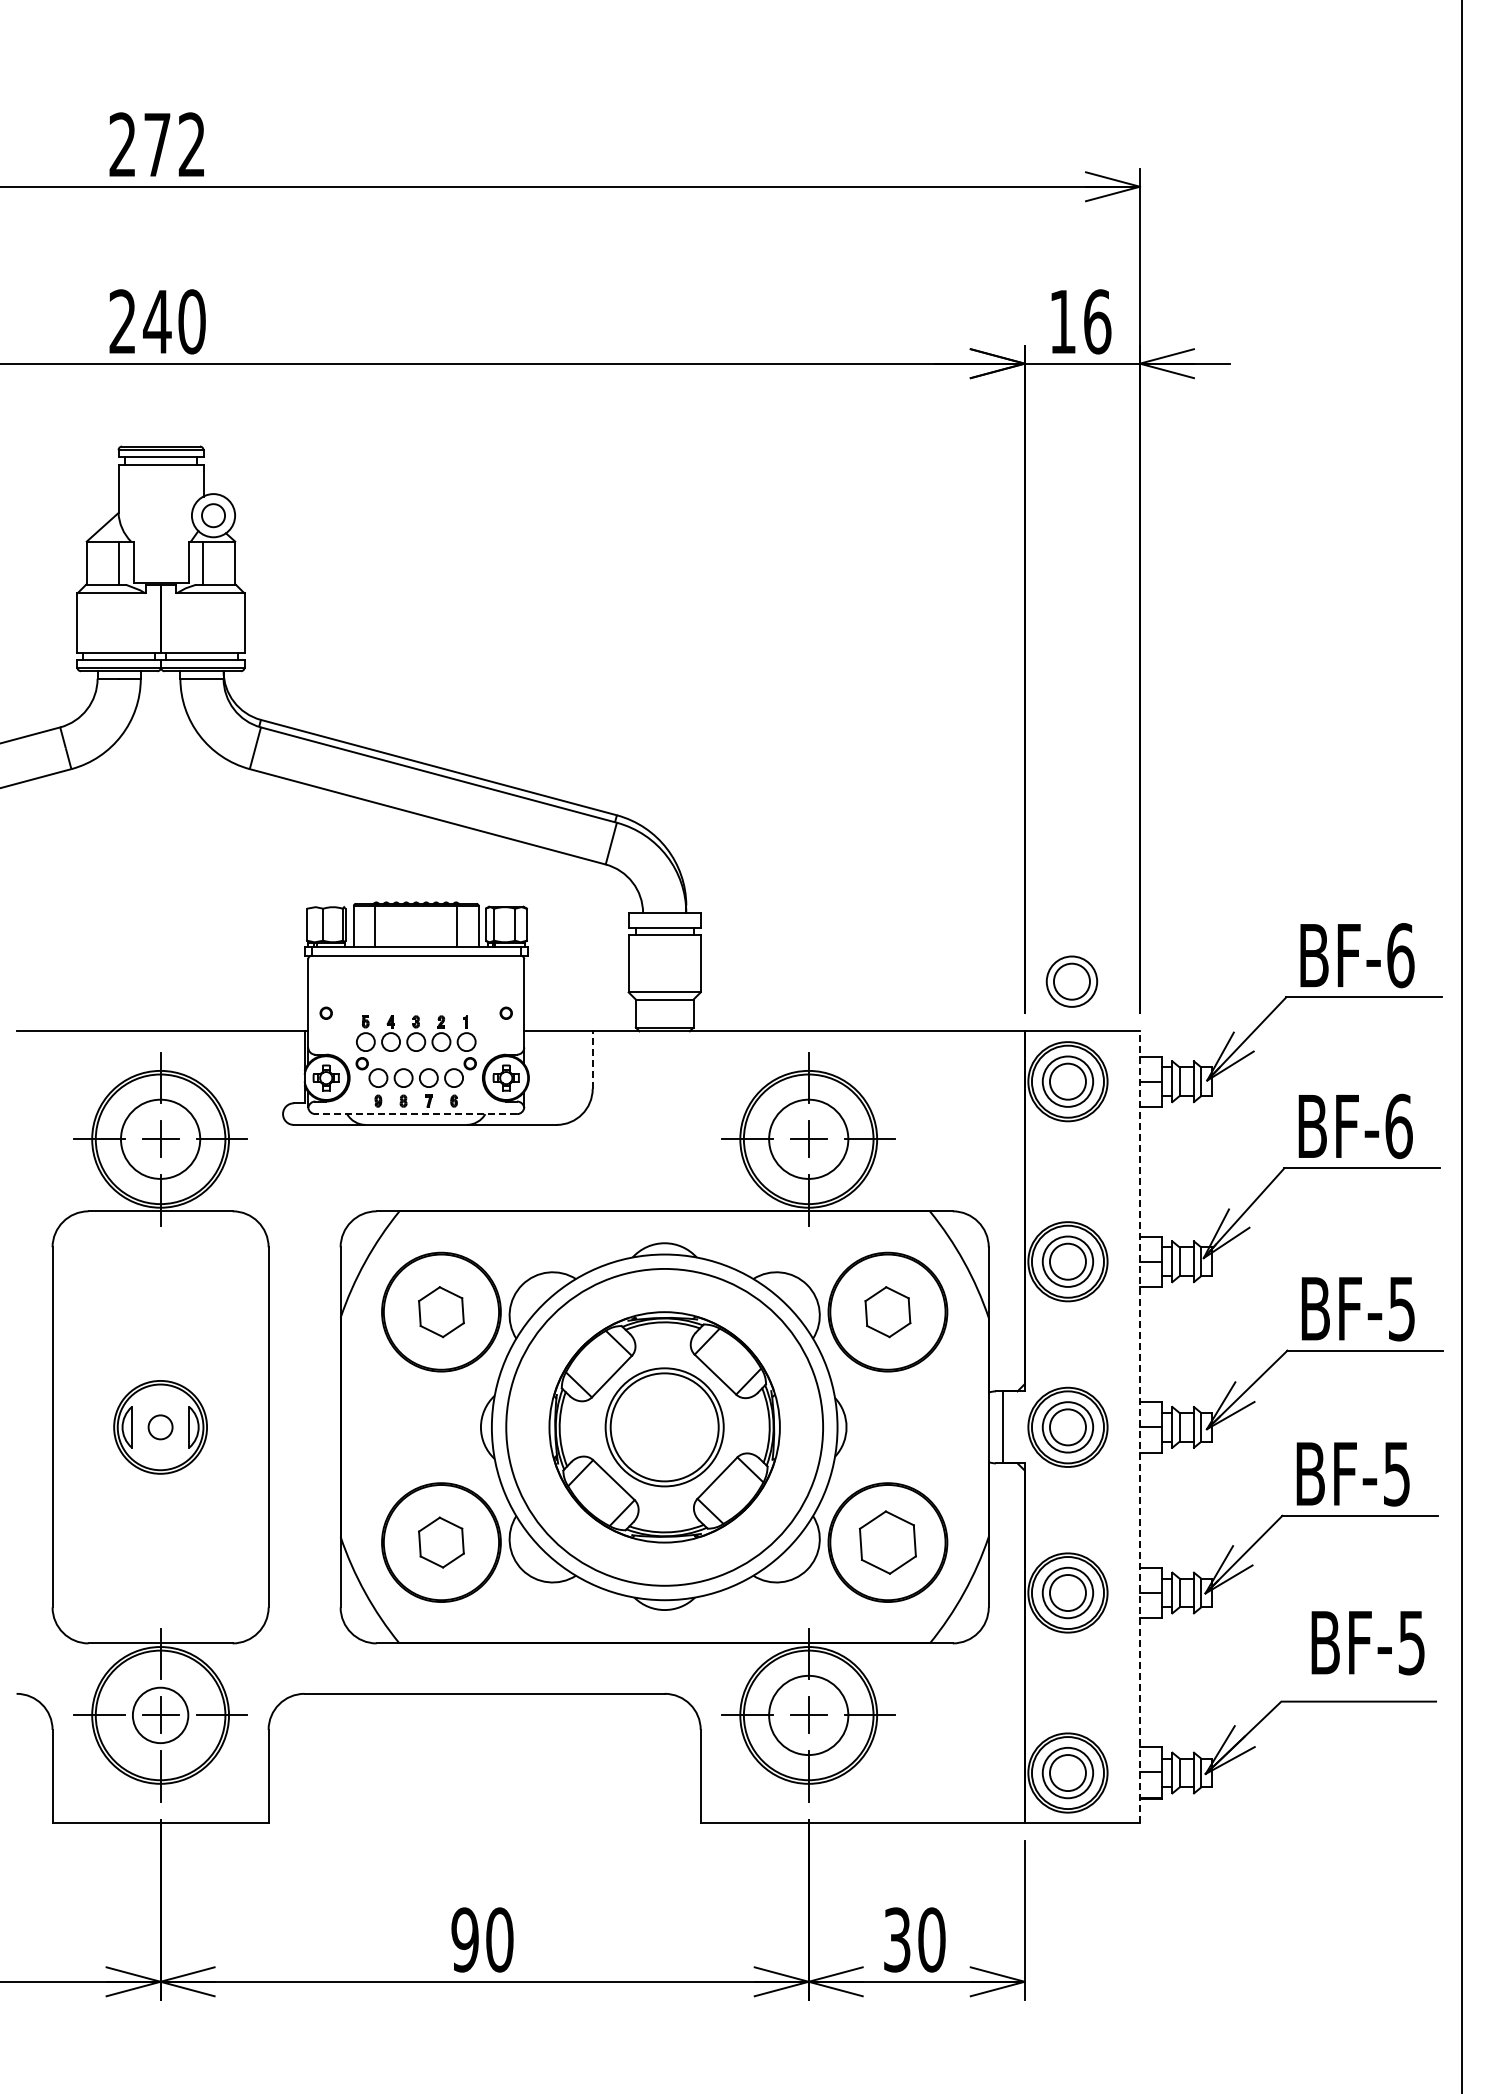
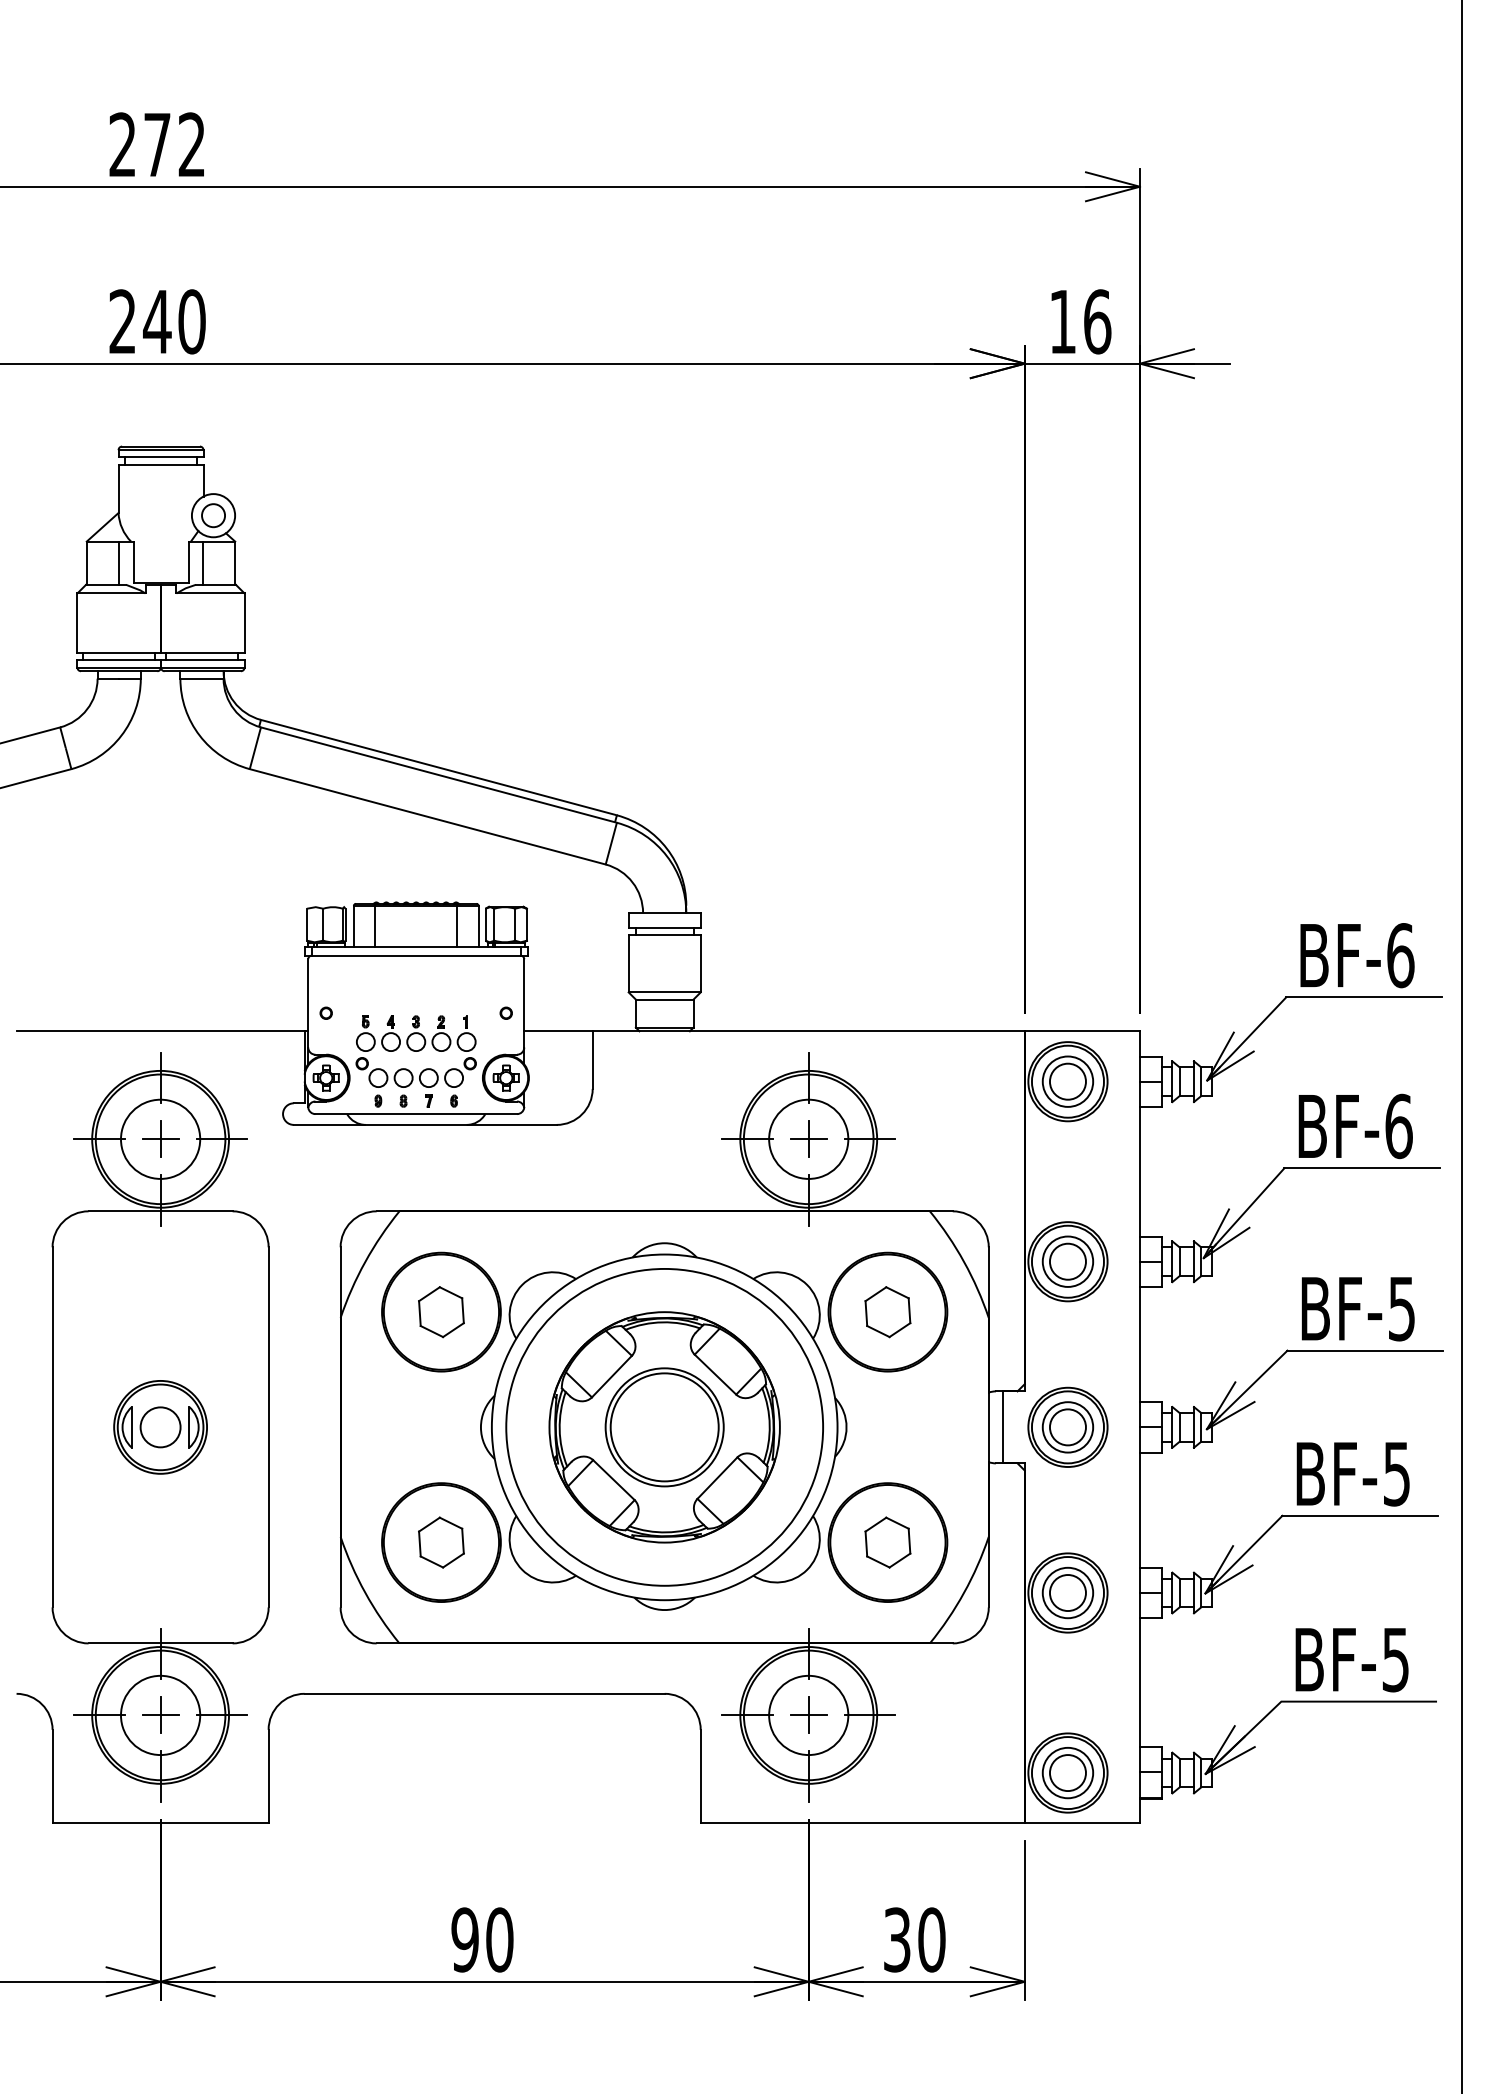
part at (1071, 981): present -> none
line at (592, 1060): dashed -> solid
line at (416, 1114): dashed -> solid
line at (1139, 1426): dashed -> solid
circle at (160, 1427) diameter: 24 px -> 40 px
part at (887, 1542) size: 59x65 px -> 48x53 px
text at (1367, 1643) position: (1367, 1643) -> (1351, 1660)
circle at (160, 1715) diameter: 55 px -> 79 px
